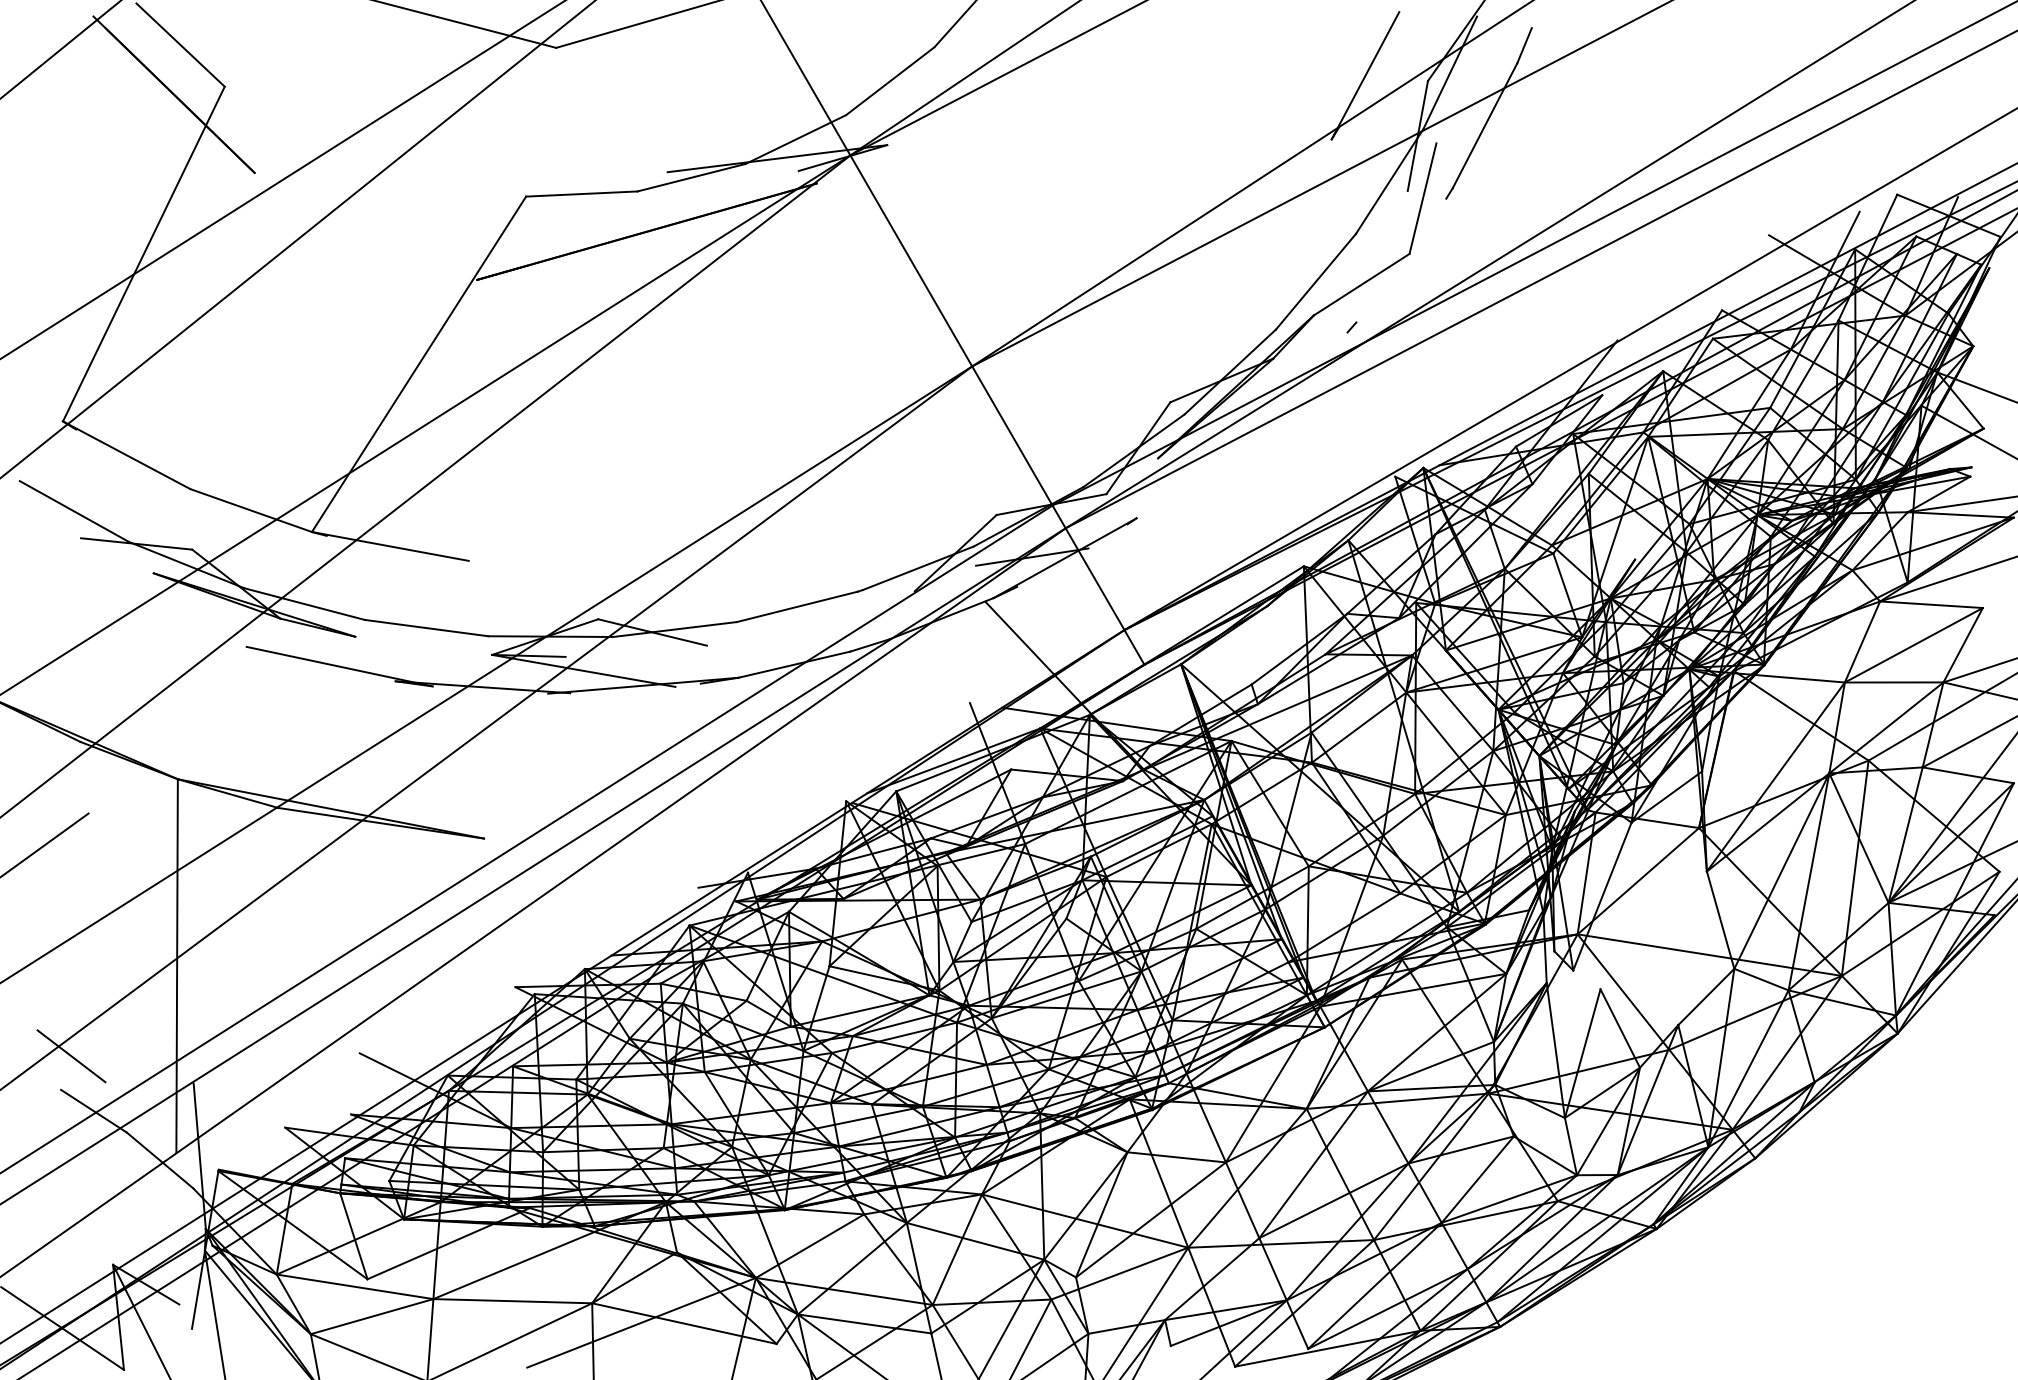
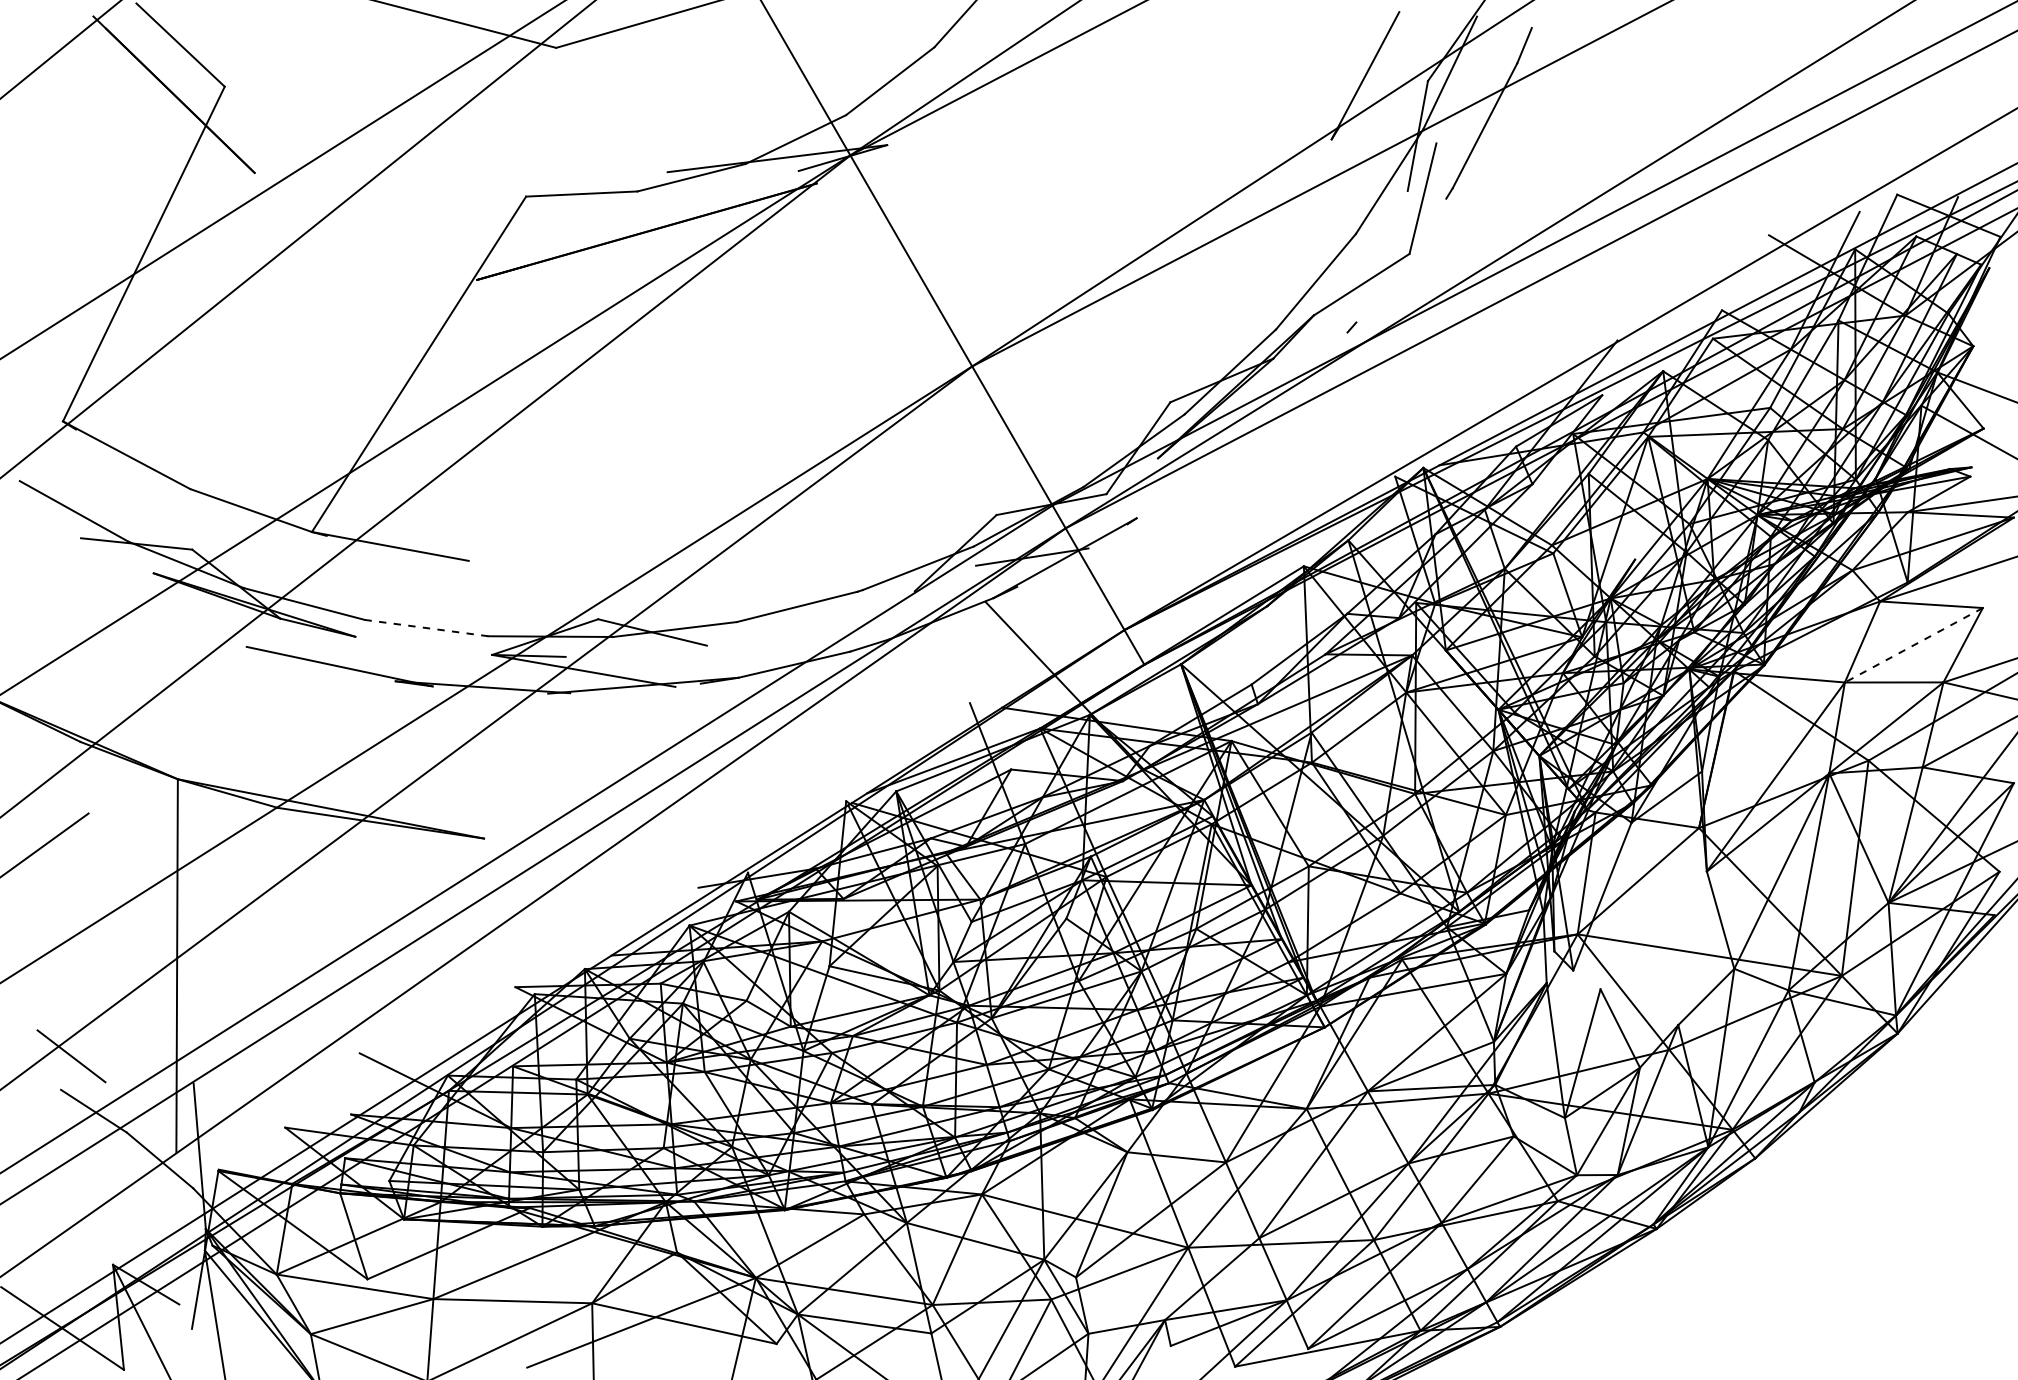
line at (426, 628): solid -> dashed
line at (1913, 645): solid -> dashed
